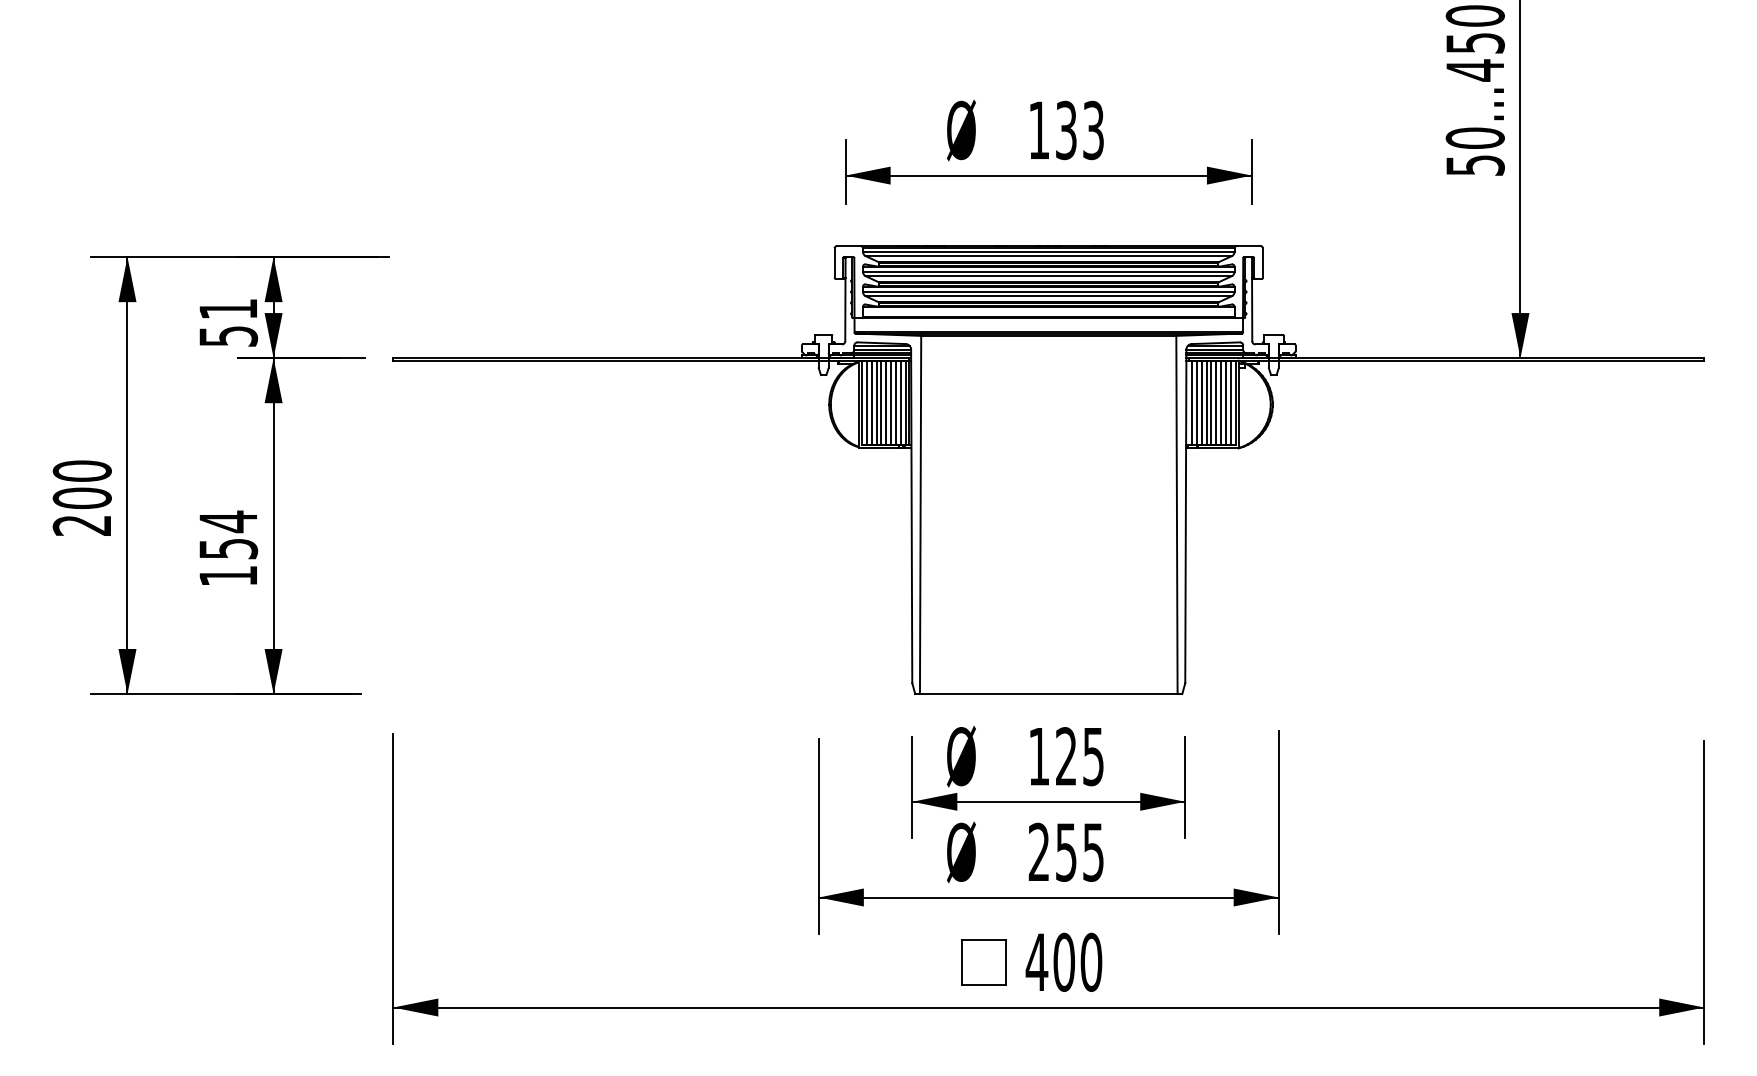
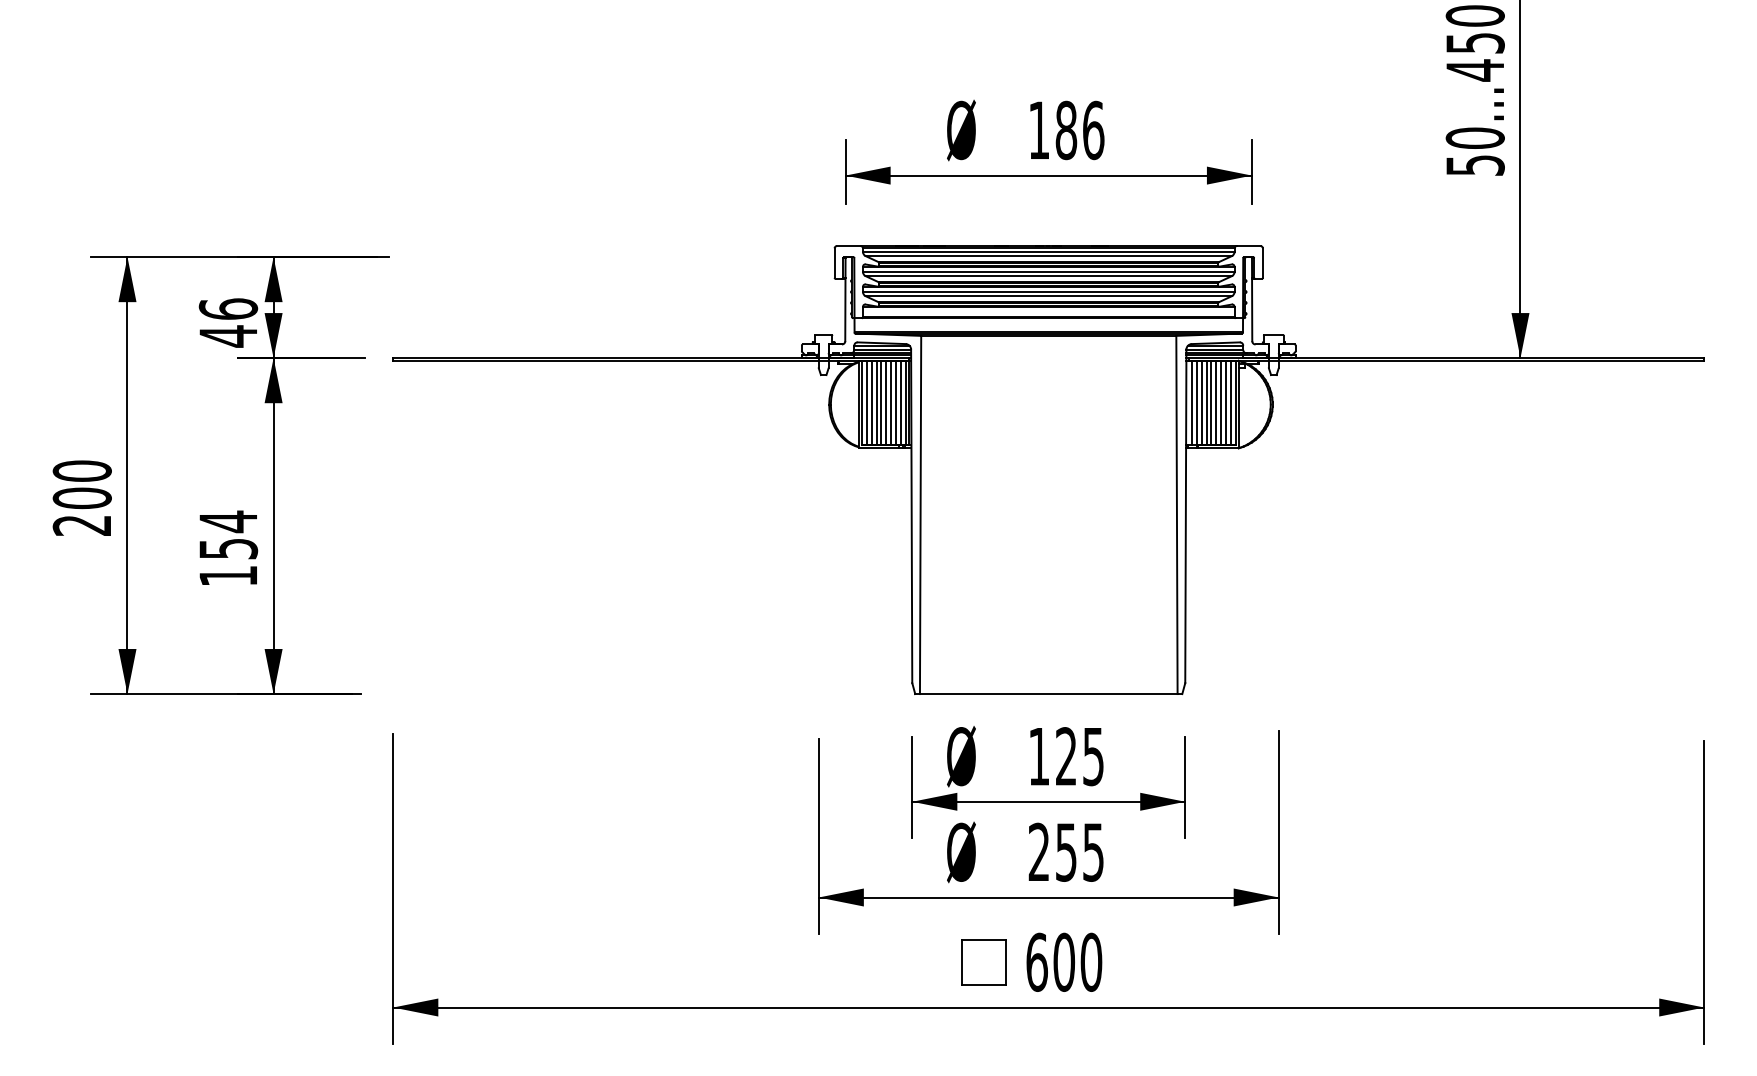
text at (1079, 130): 133 -> 186
text at (228, 322): 51 -> 46
text at (1036, 961): 400 -> 600
